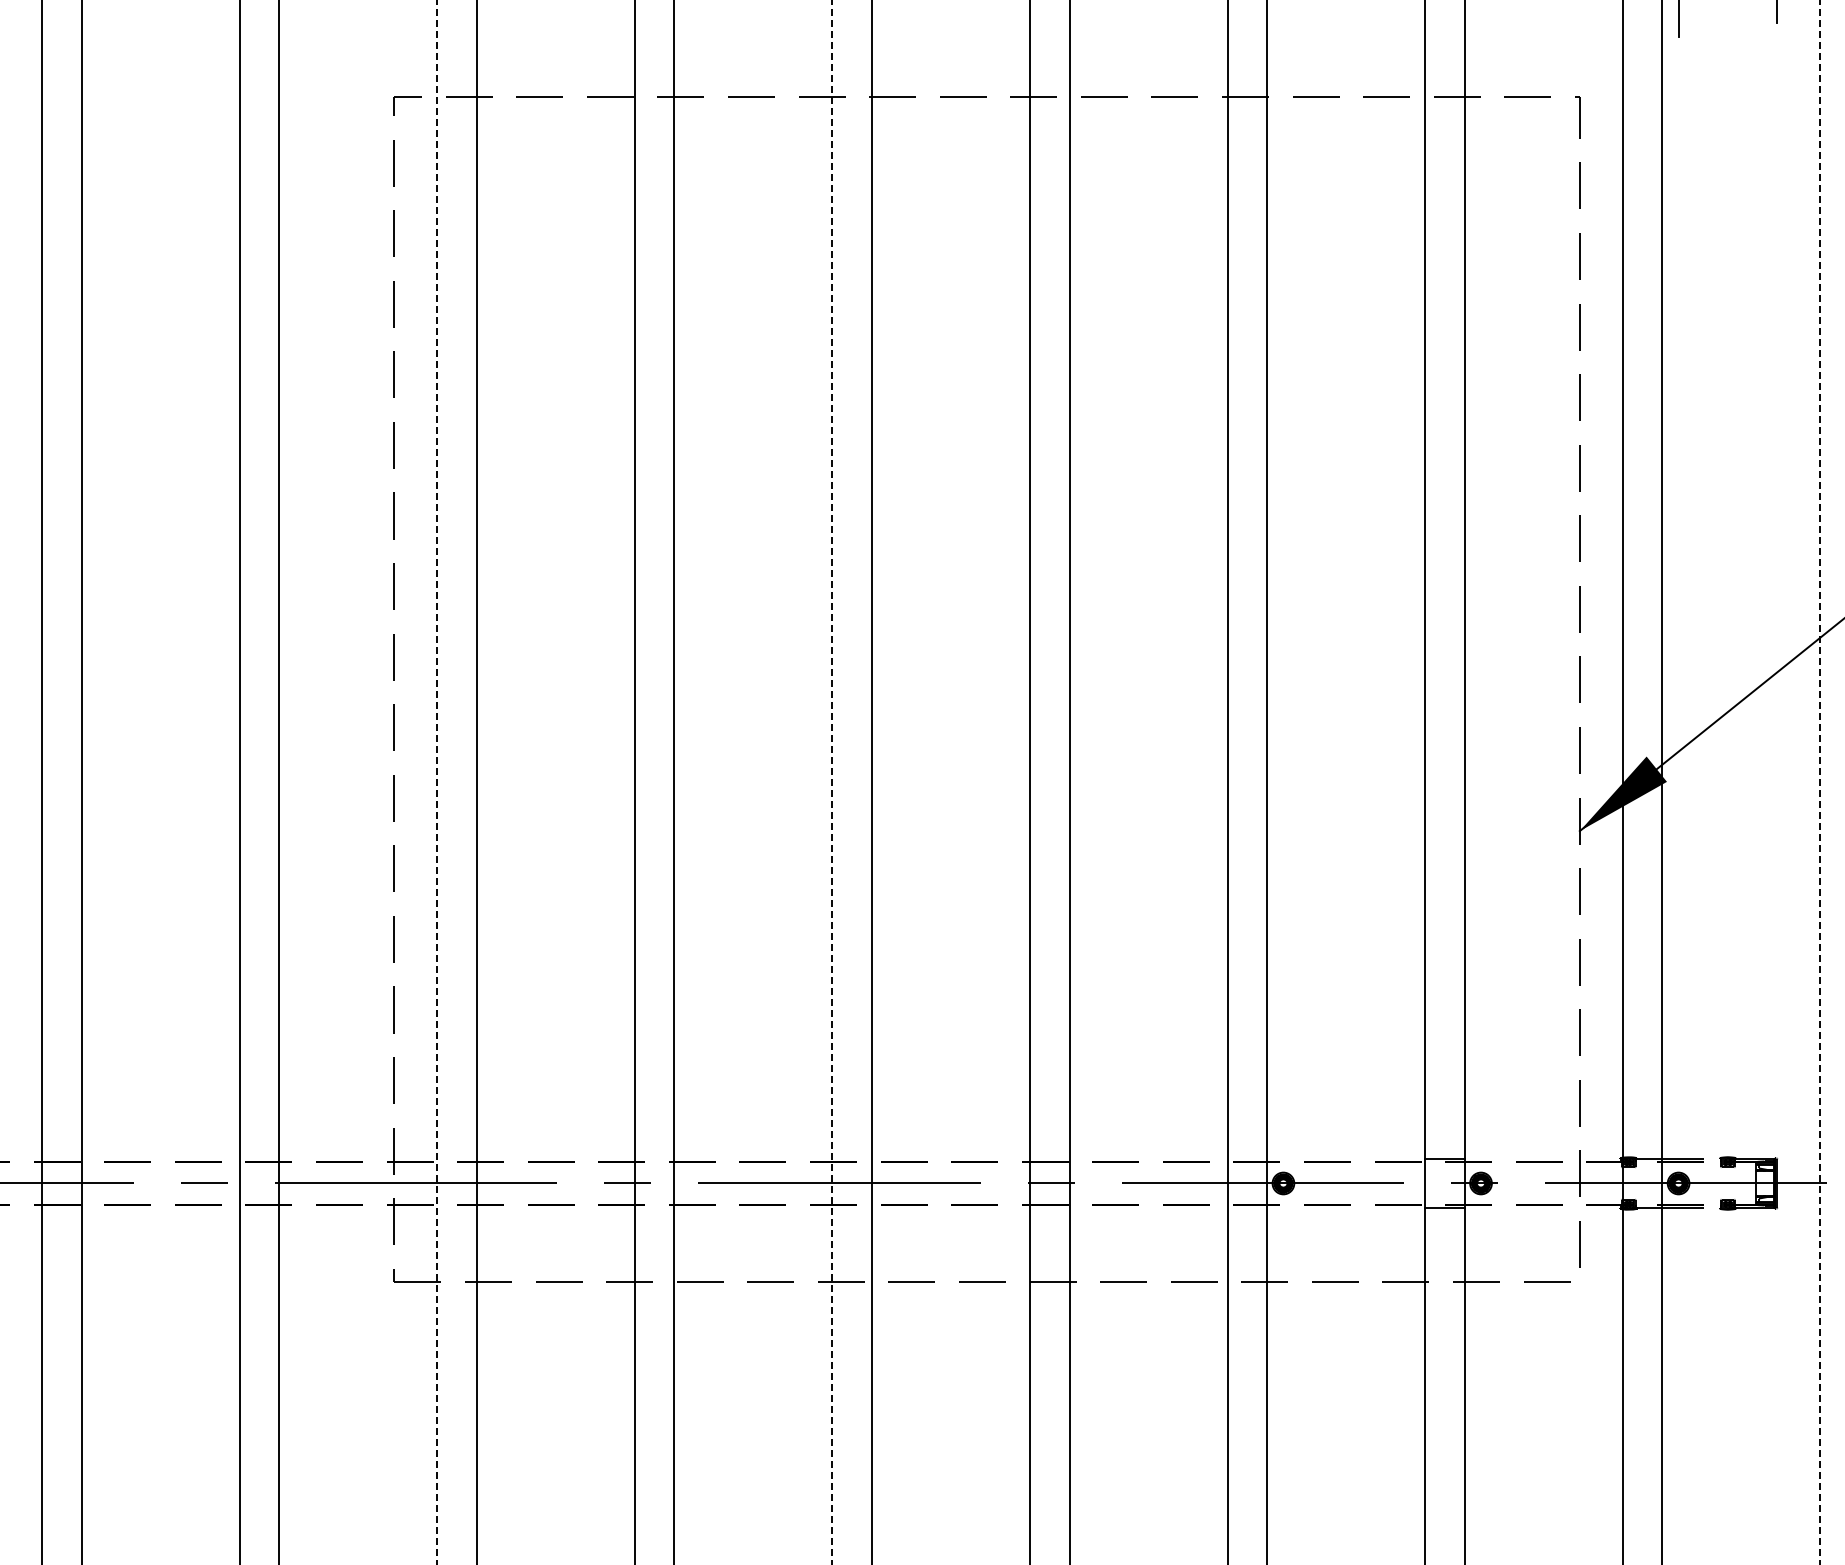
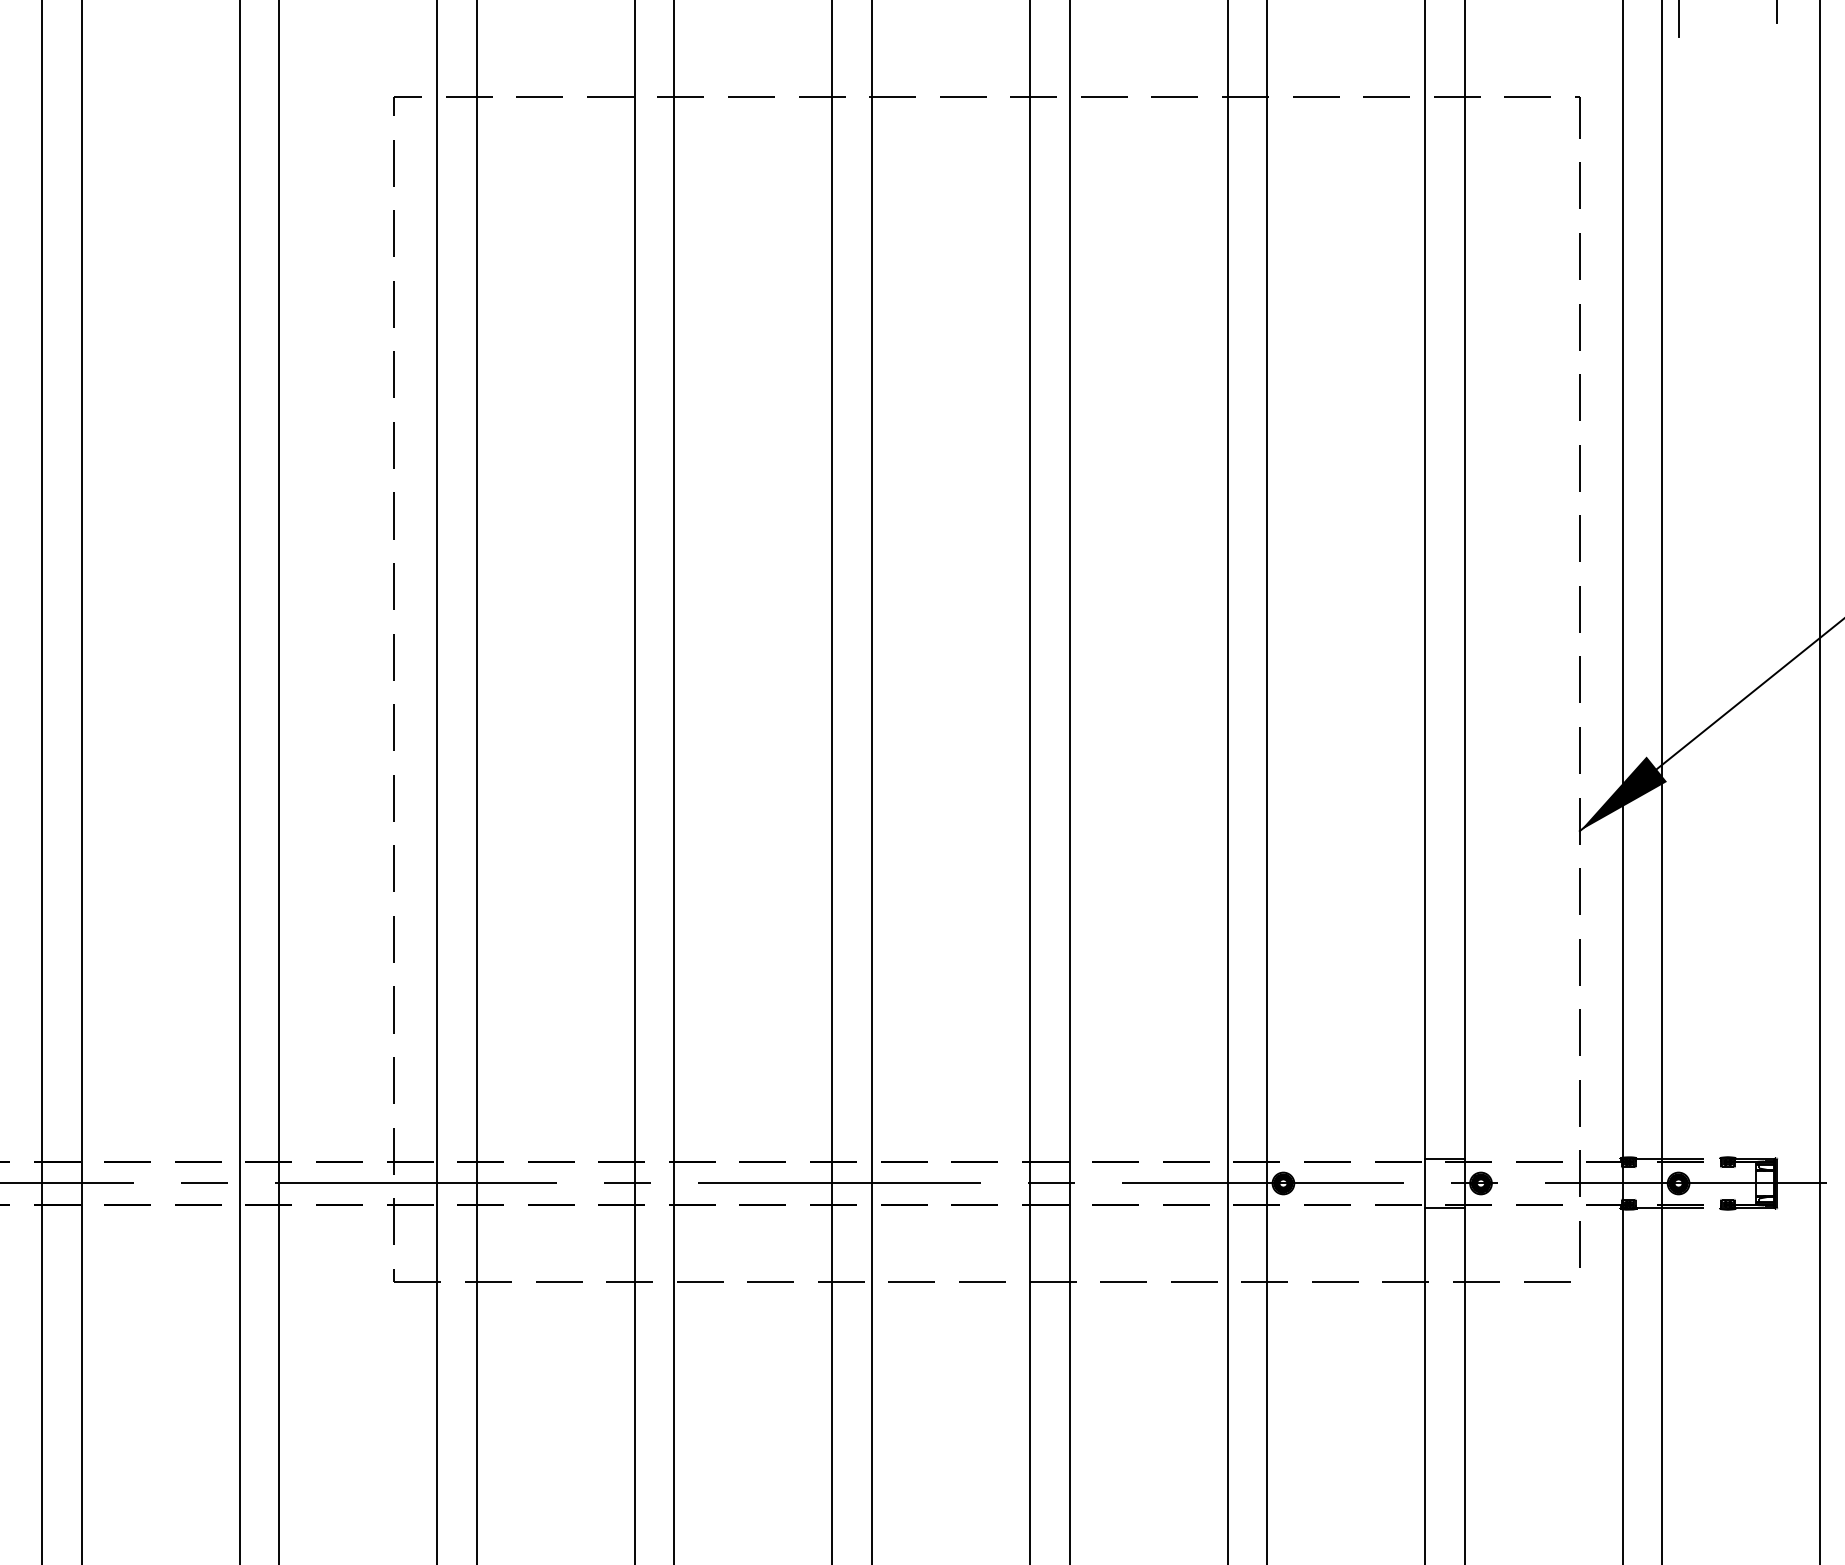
line at (437, 782): dashed -> solid
line at (832, 782): dashed -> solid
line at (1820, 782): dashed -> solid
